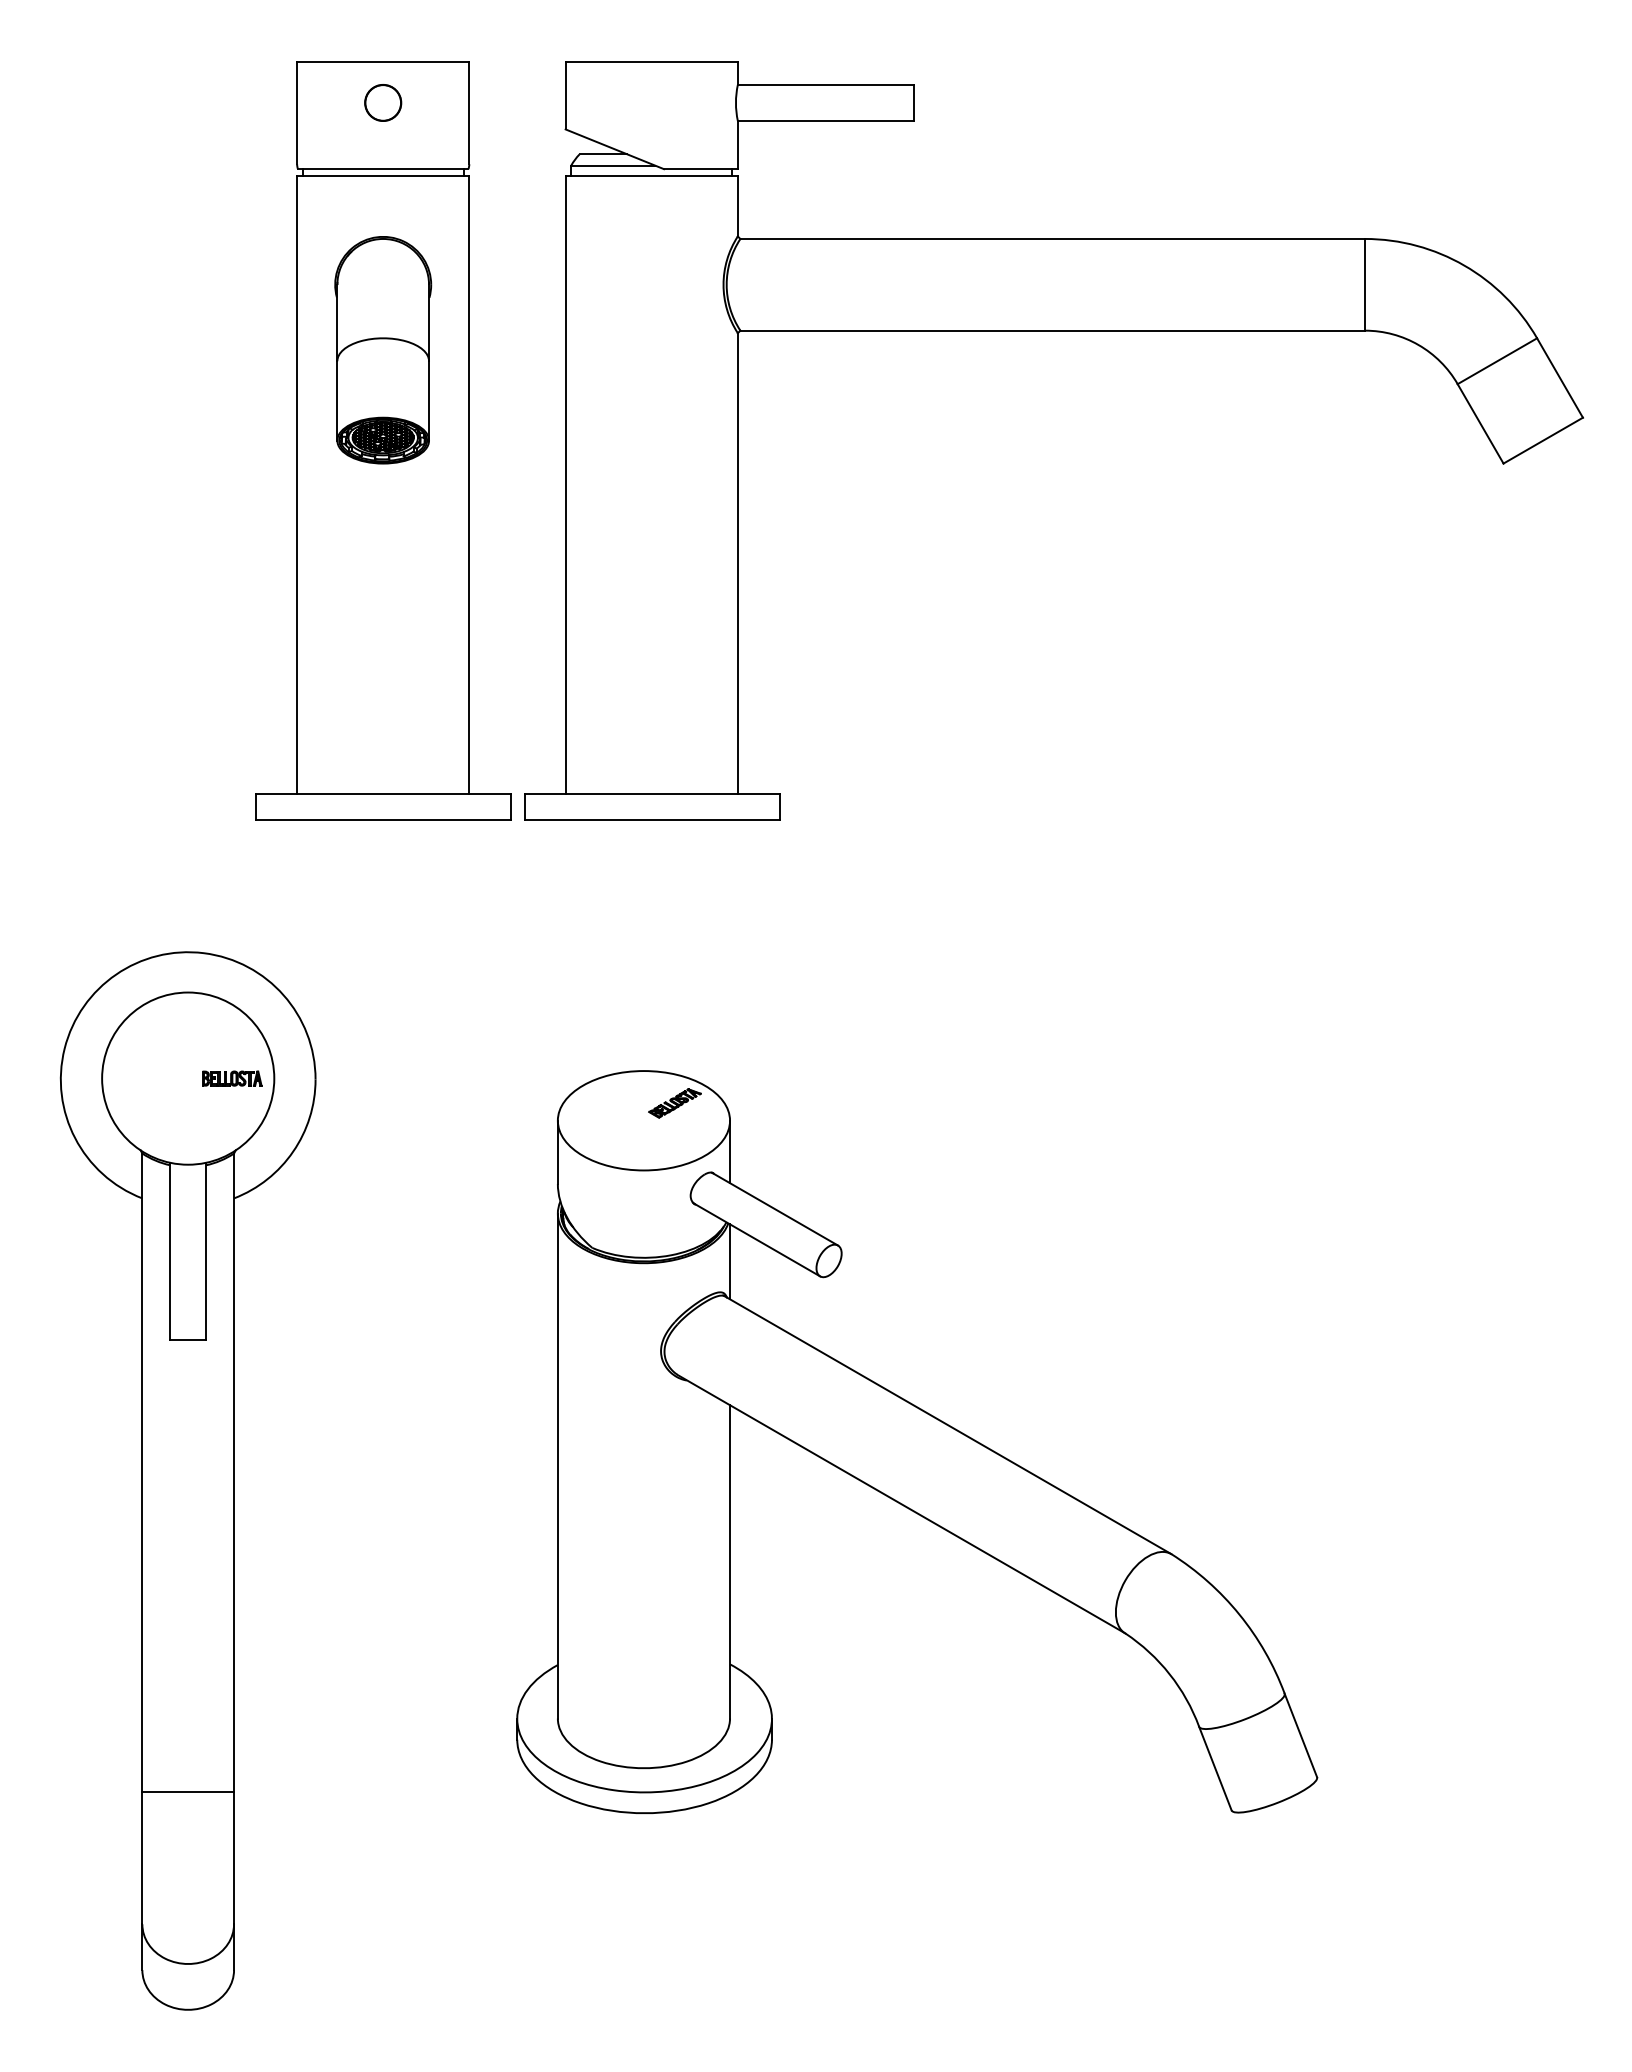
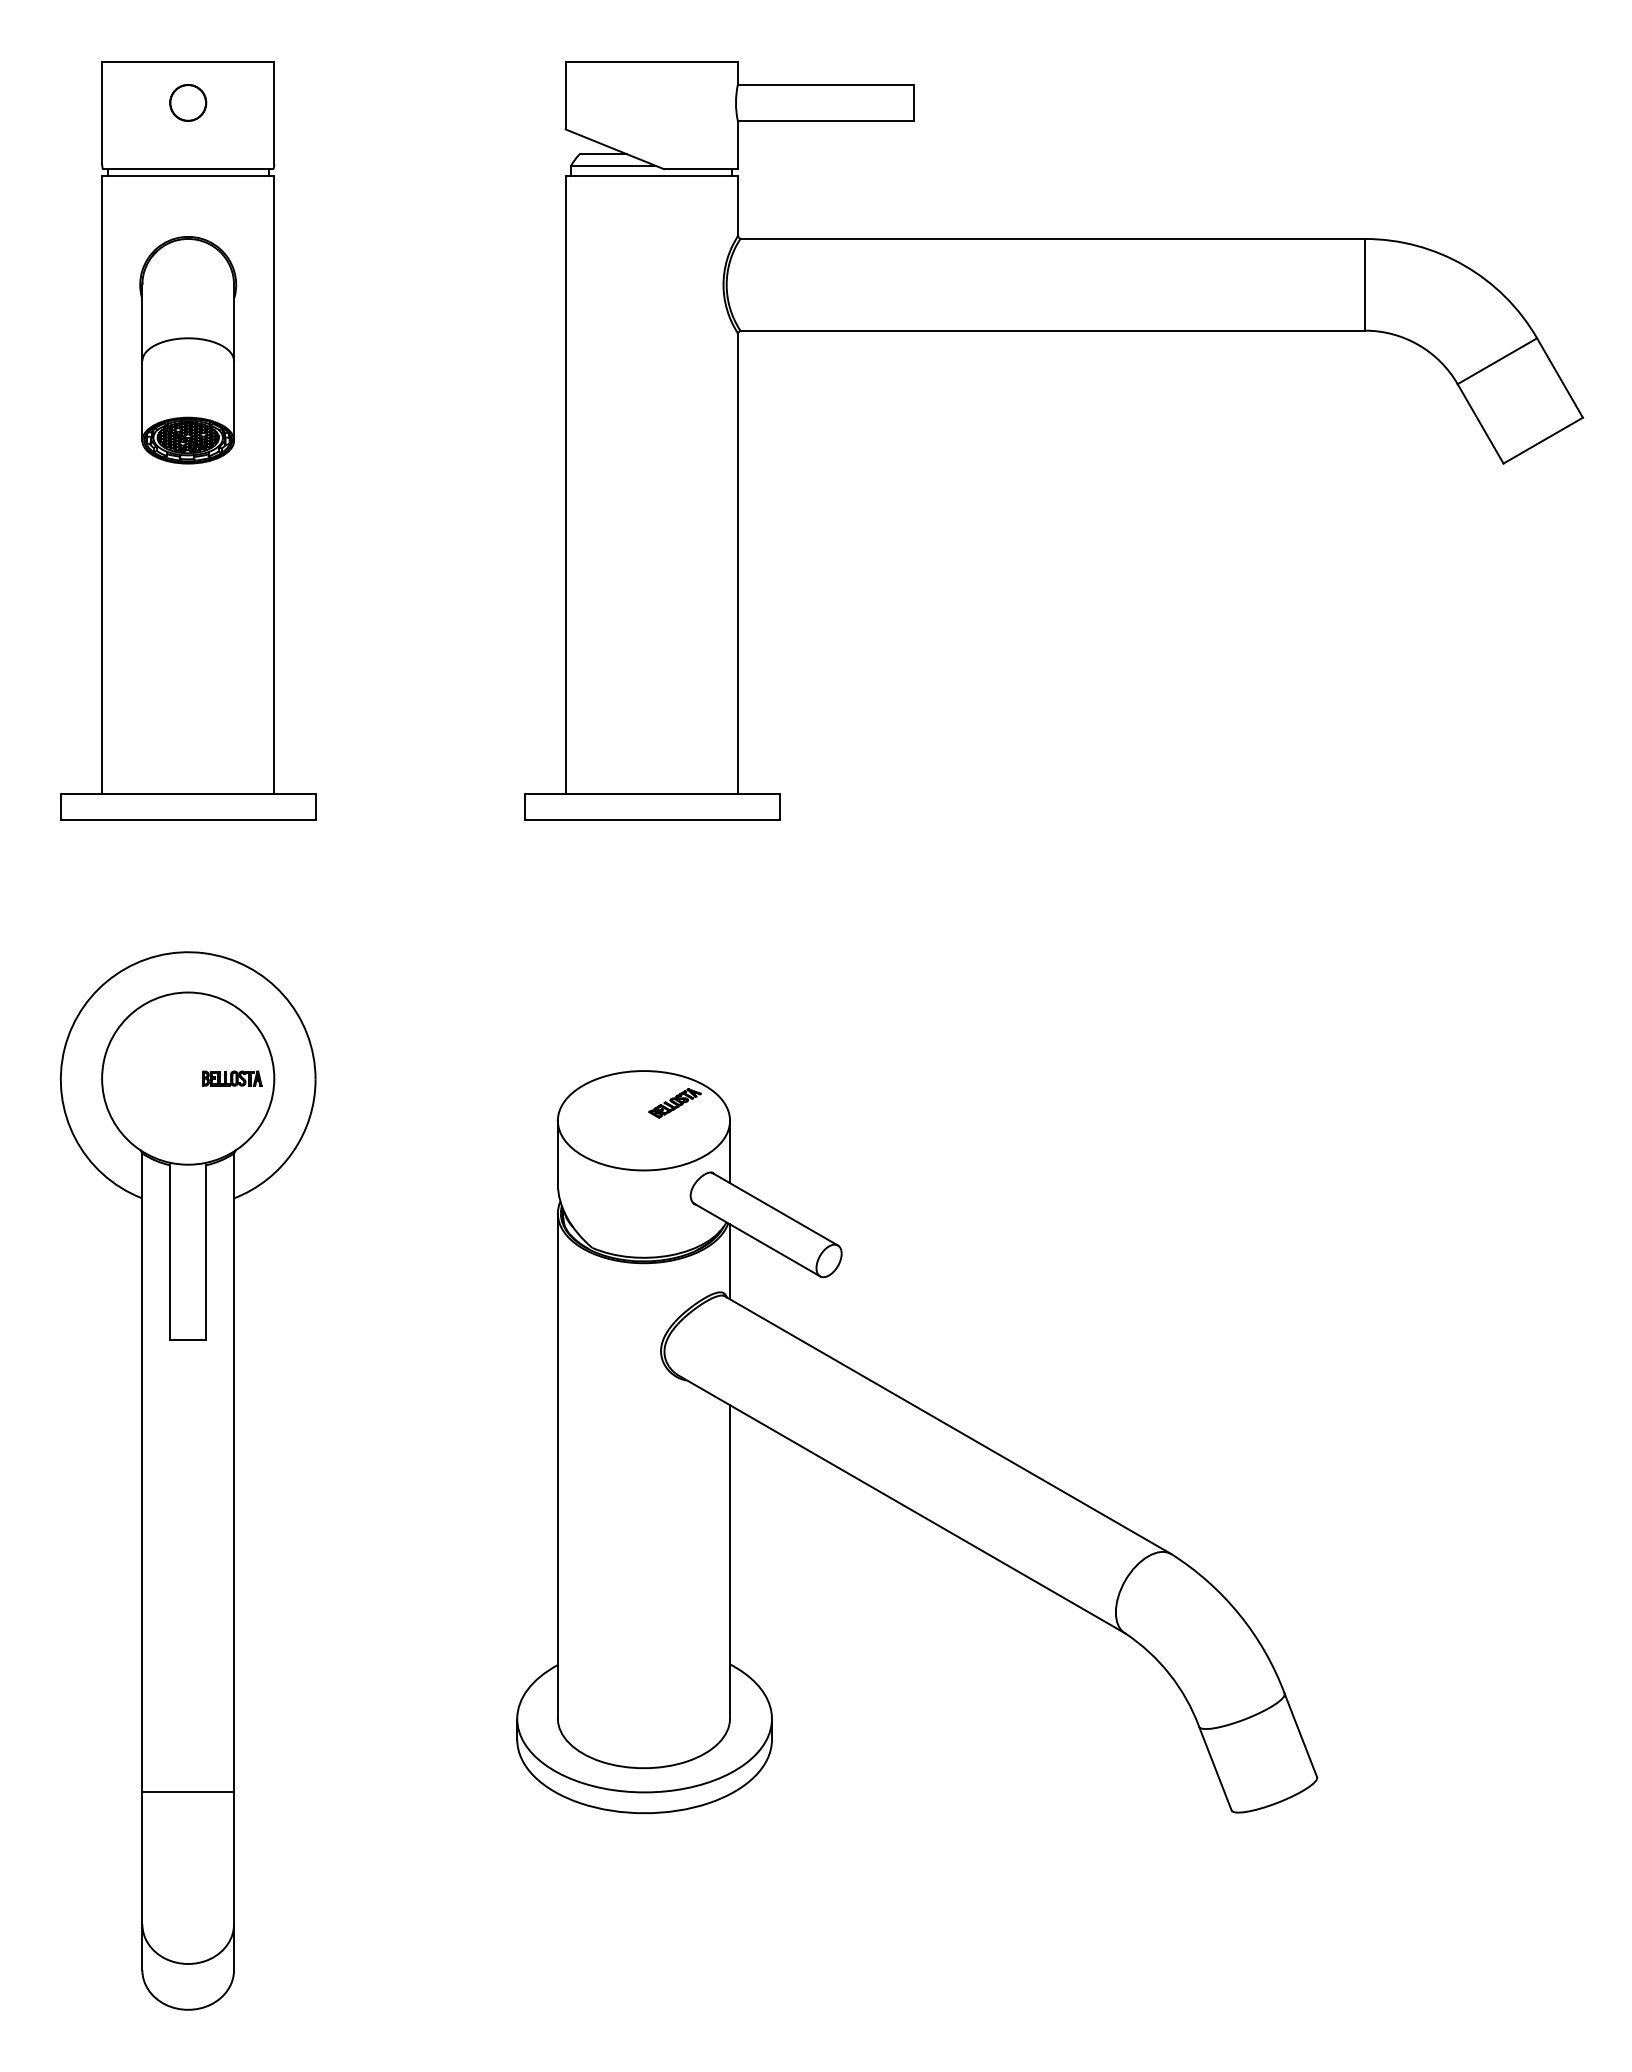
part at (383, 440) position: (383, 440) -> (188, 440)
